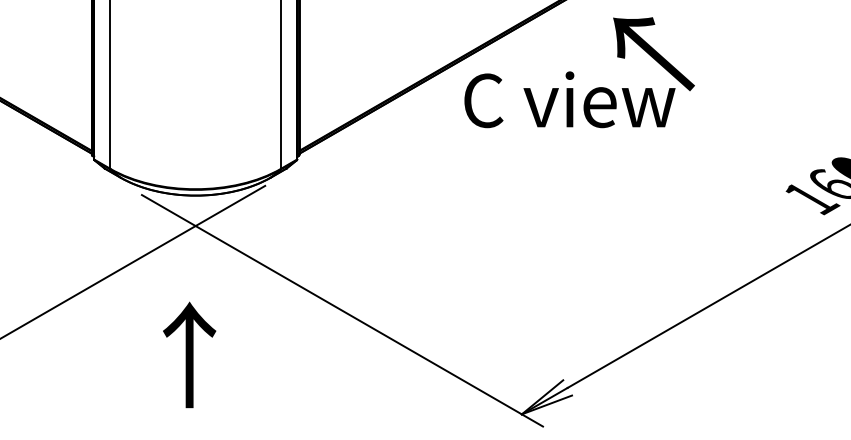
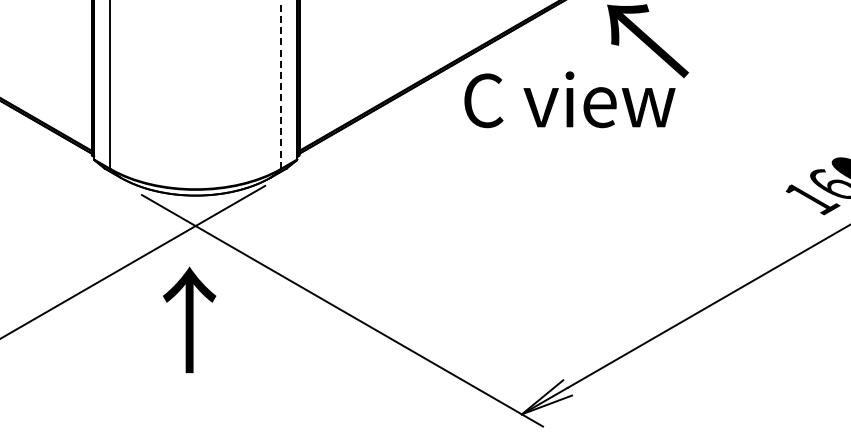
text at (653, 54) position: (653, 54) -> (647, 41)
line at (281, 84): solid -> dashed
text at (189, 354) position: (189, 354) -> (189, 319)
